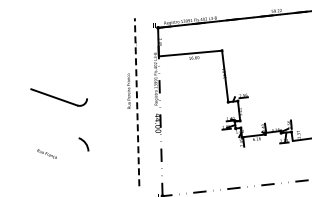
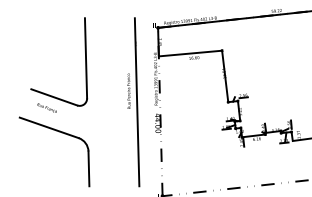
line at (85, 58): none -> present
line at (137, 101): dashed -> solid
line at (48, 127): none -> present
text at (46, 153) position: (46, 153) -> (46, 107)
line at (88, 168): none -> present
